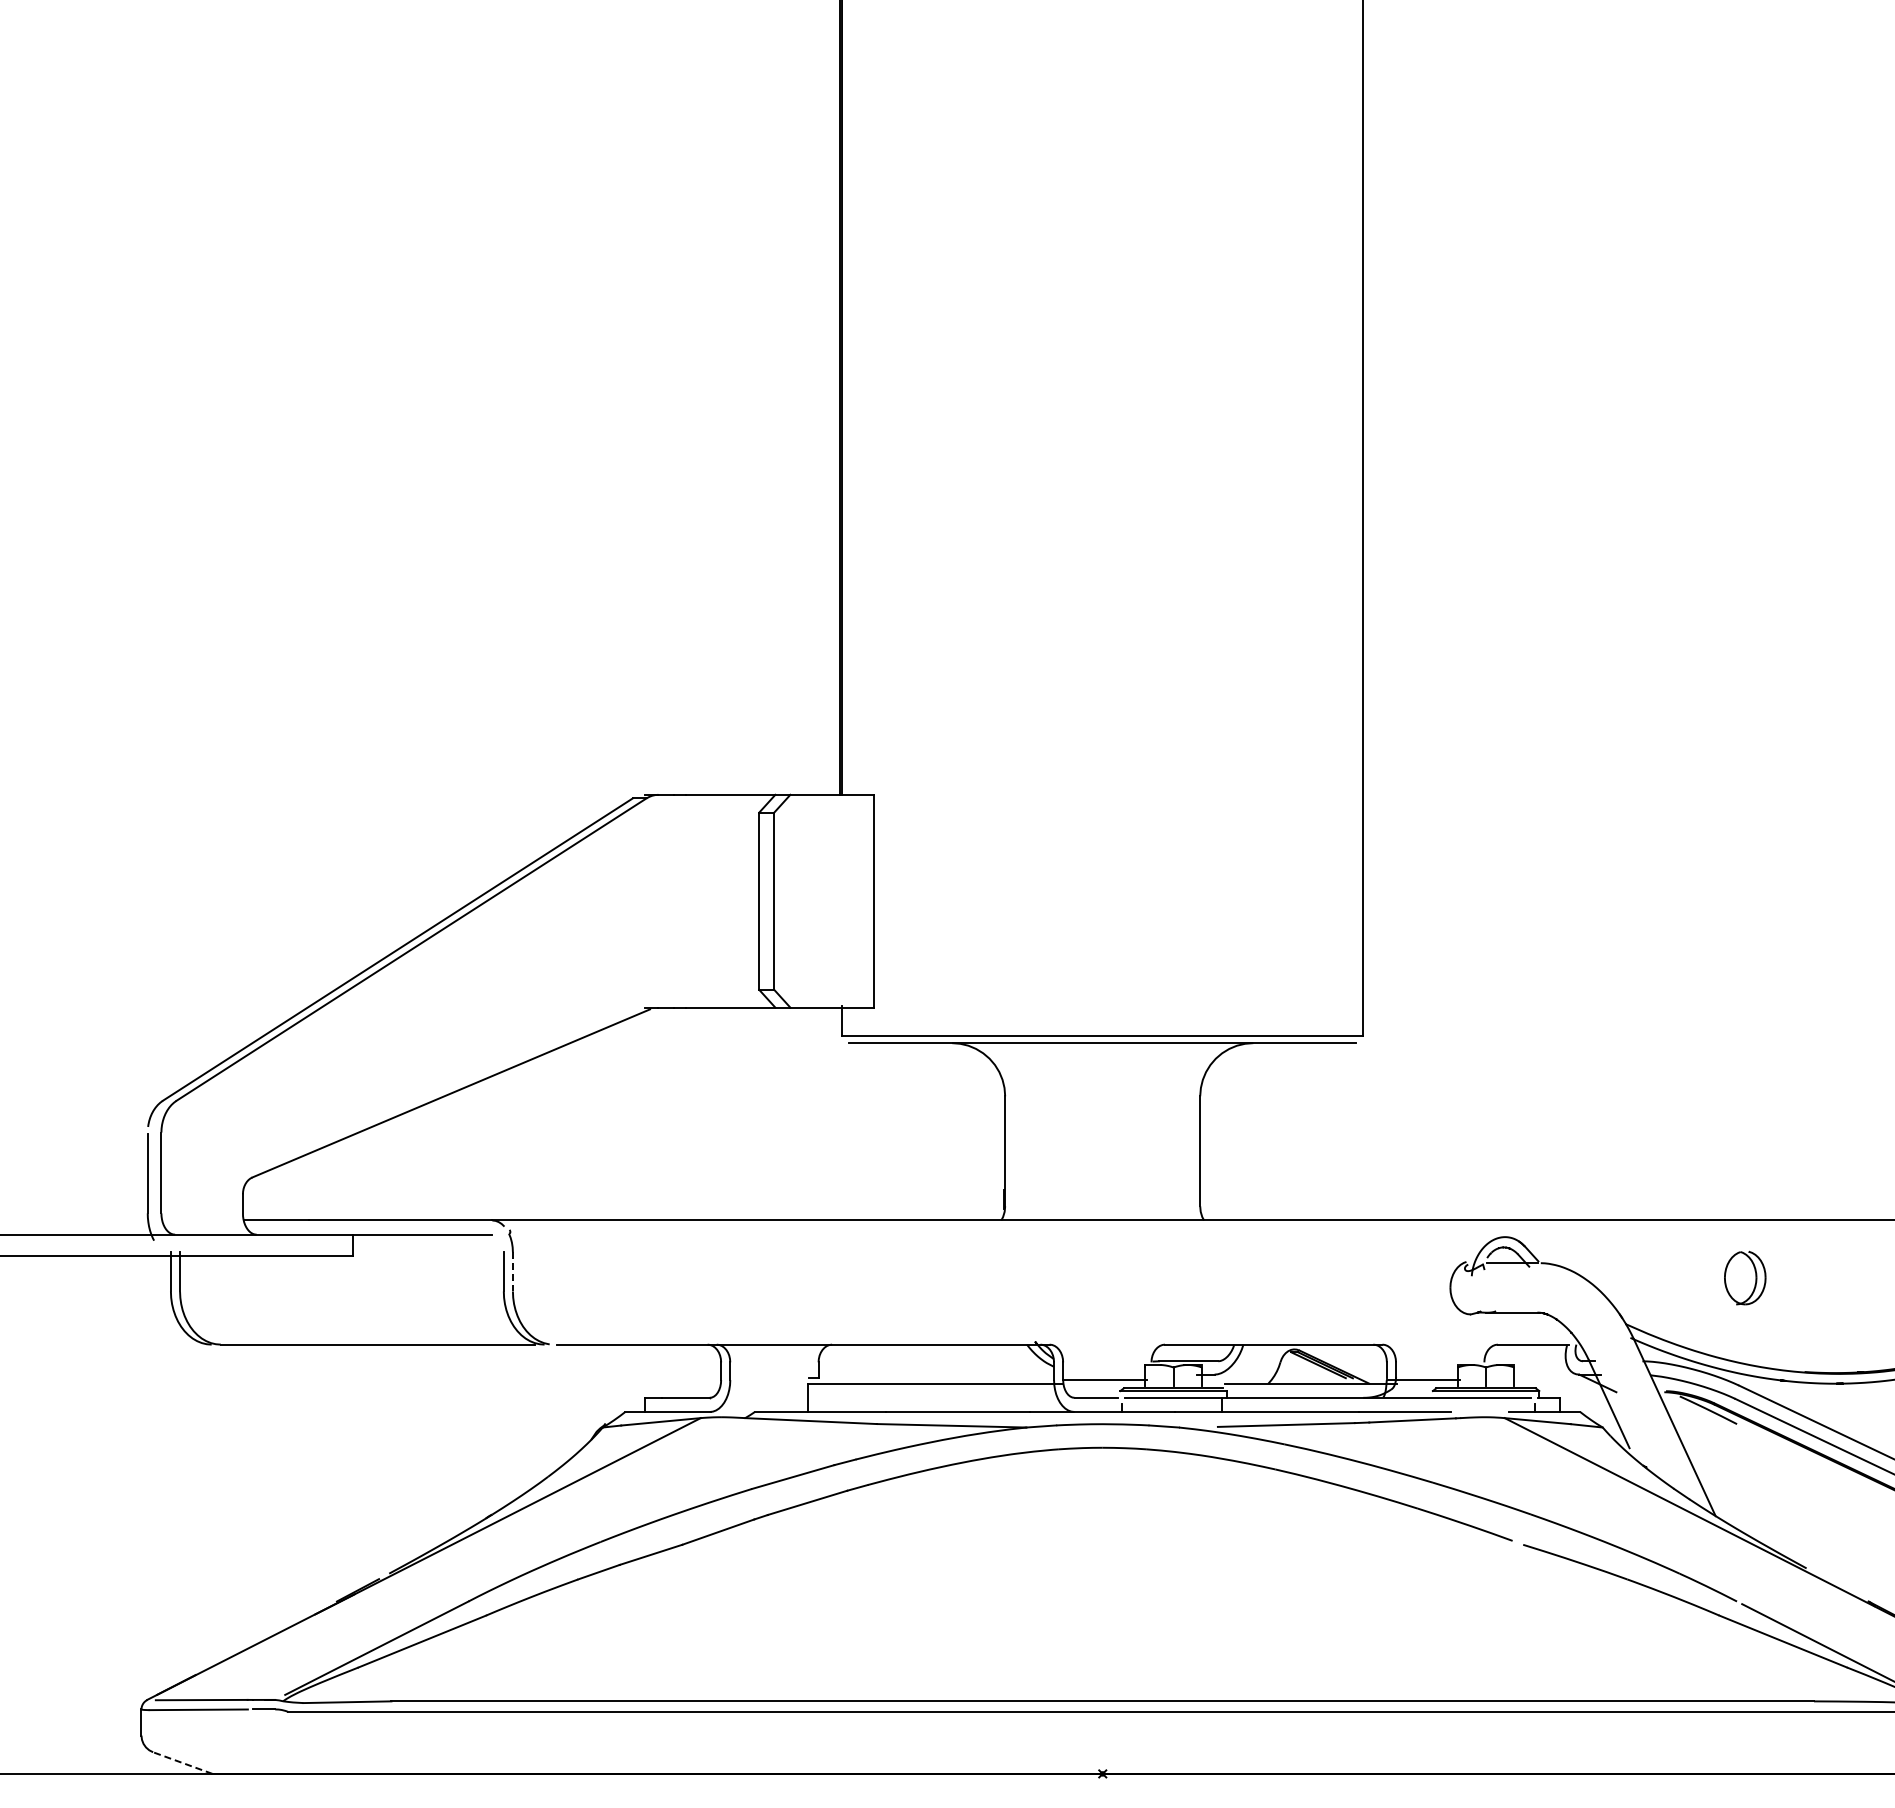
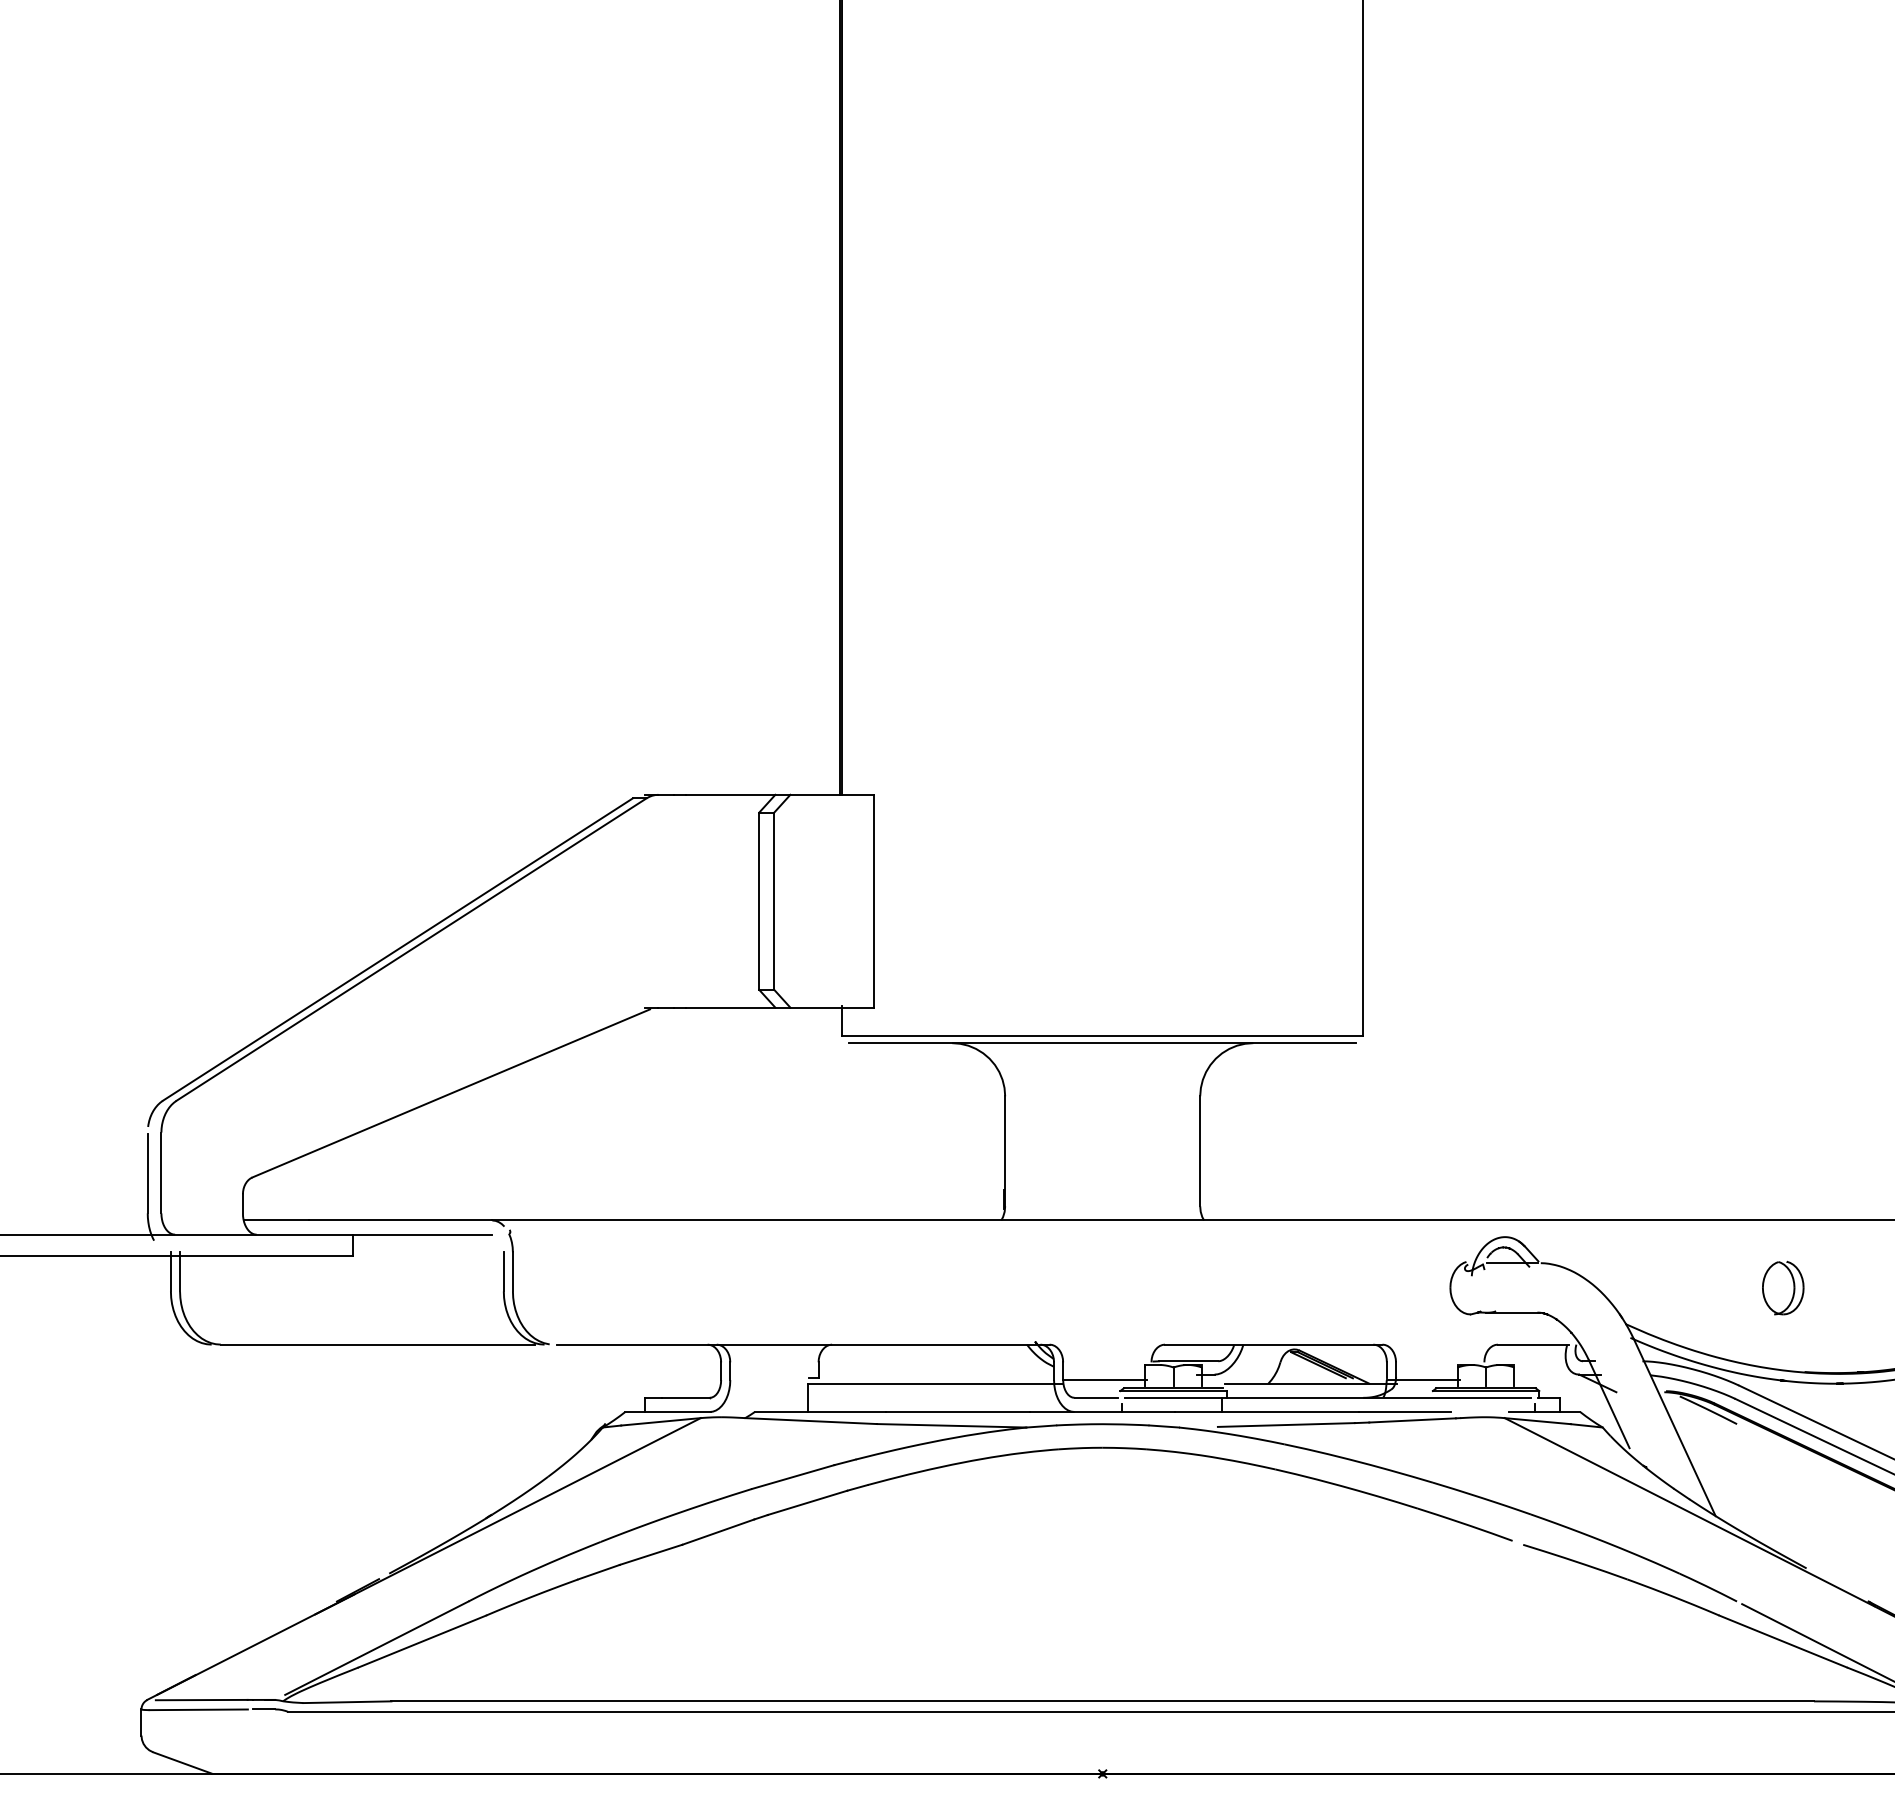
line at (512, 1271): dashed -> solid
part at (1745, 1277) position: (1745, 1277) -> (1783, 1287)
line at (182, 1763): dashed -> solid
